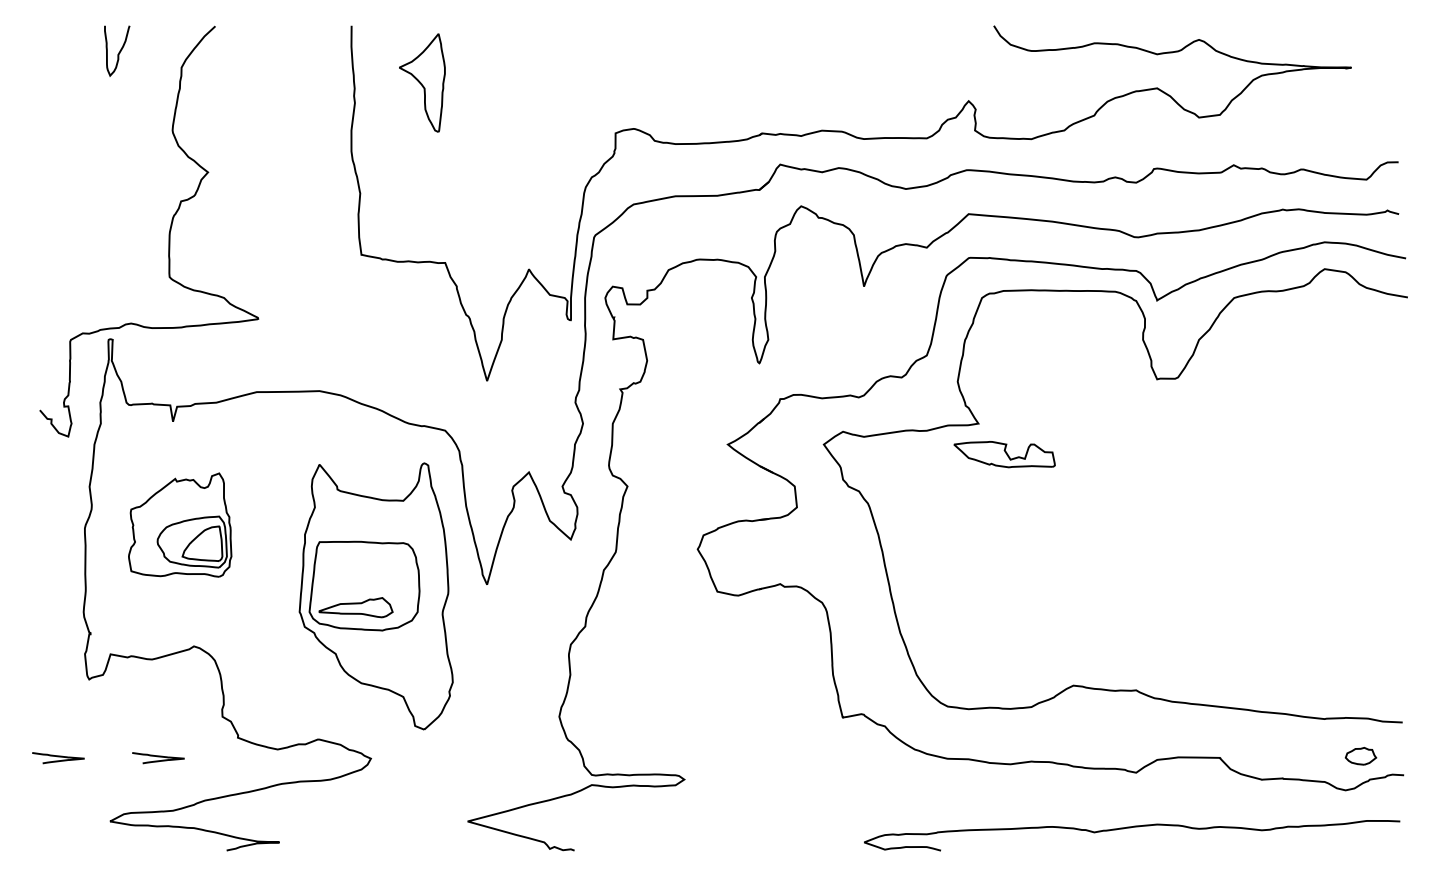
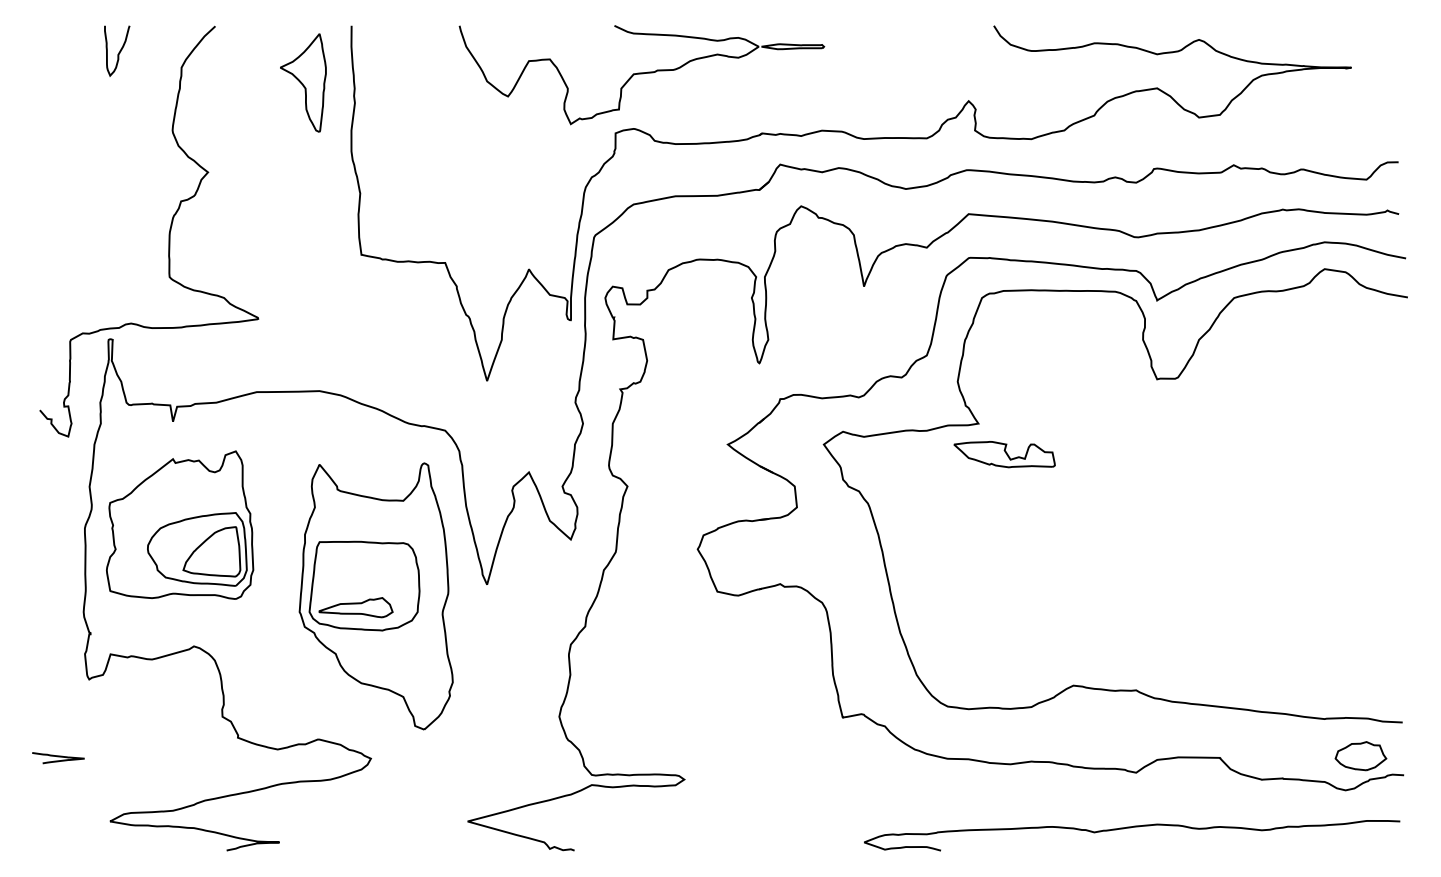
part at (641, 75): none -> present
part at (422, 82) position: (422, 82) -> (303, 82)
part at (180, 524) size: 105x106 px -> 149x150 px
part at (1360, 756) size: 34x19 px -> 54x31 px
curve at (158, 757): present -> none
